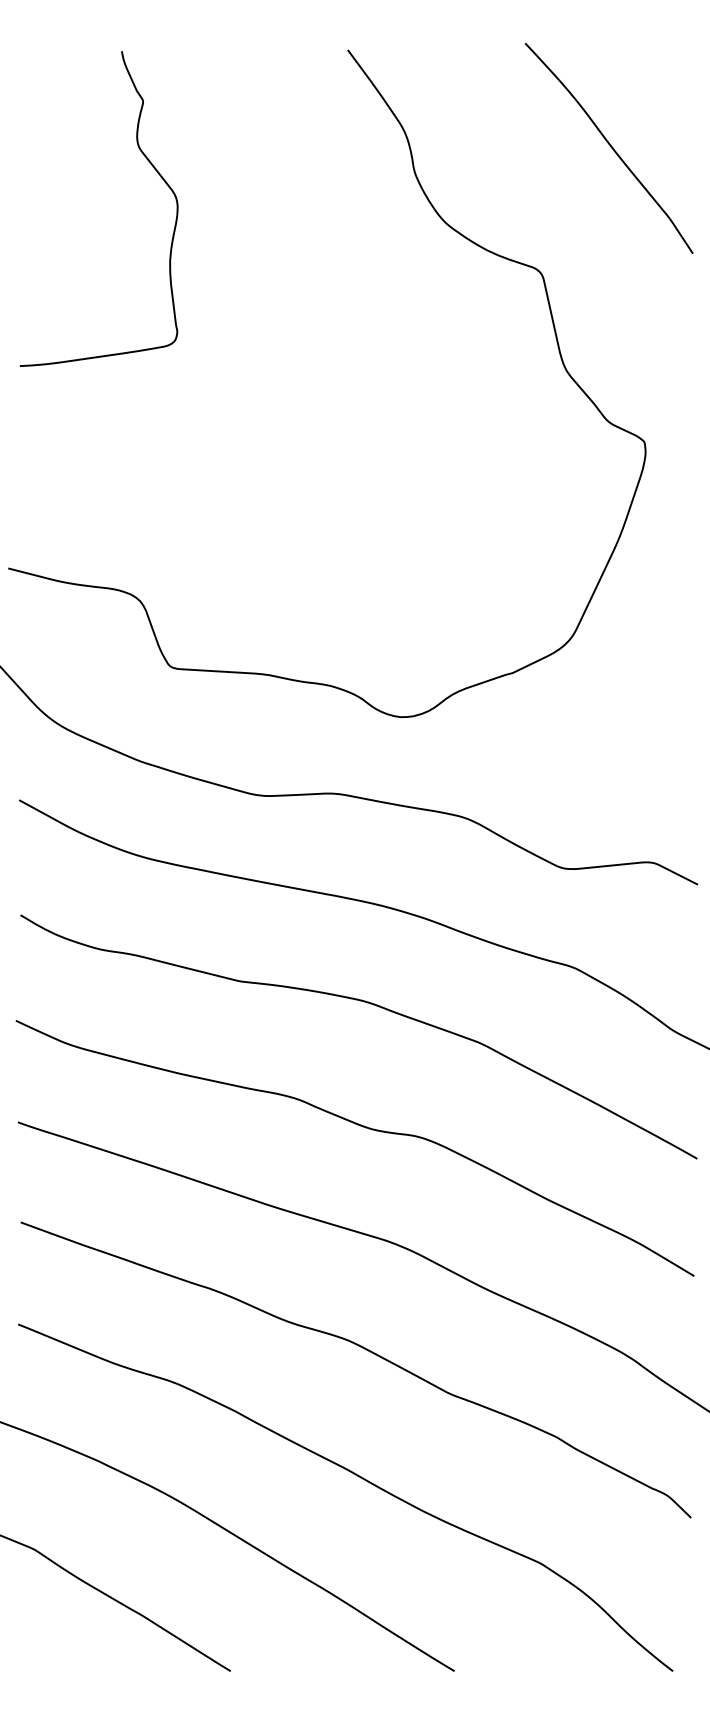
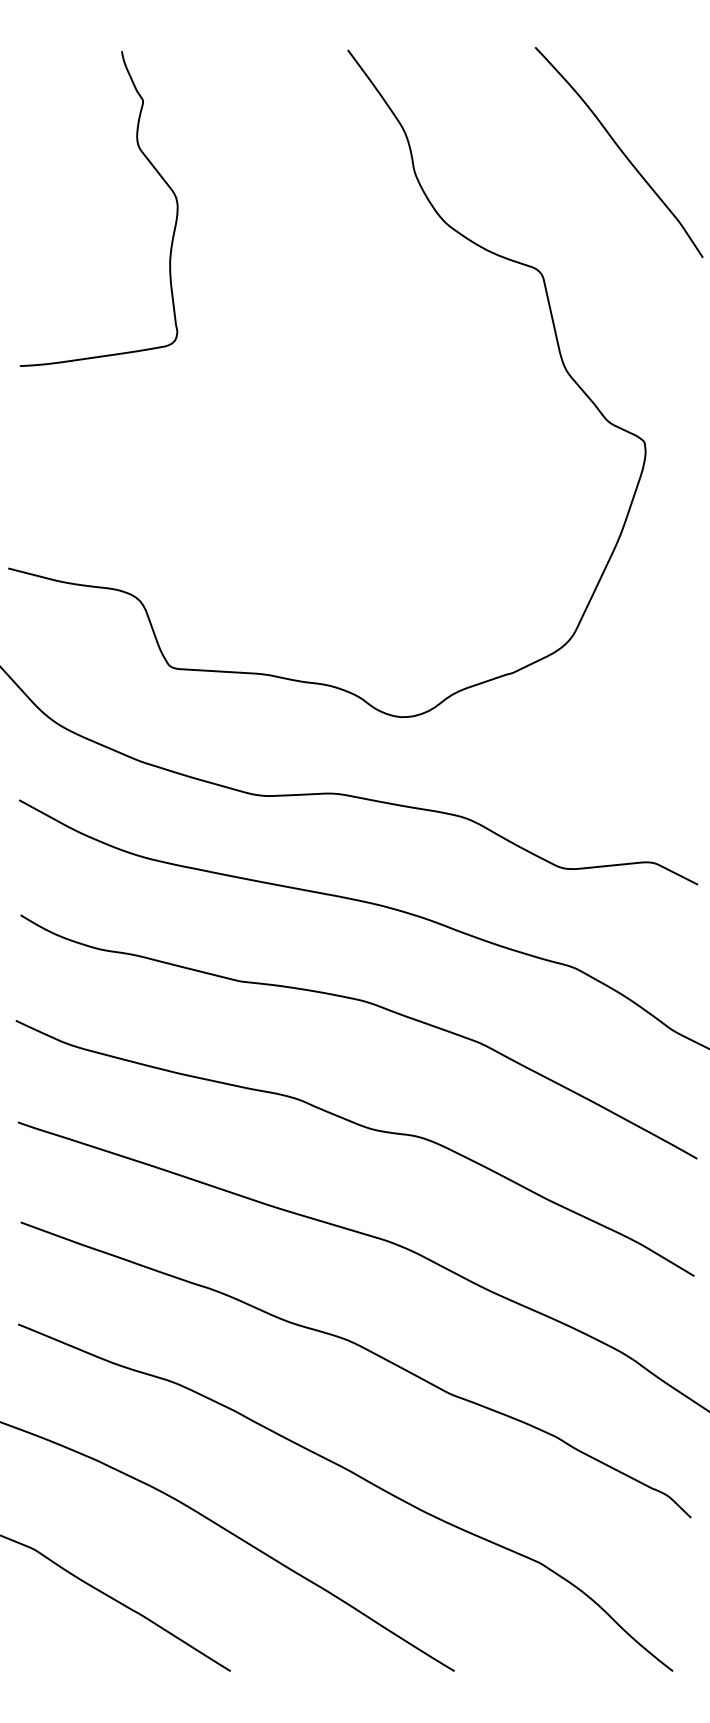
curve at (610, 147) position: (610, 147) -> (620, 151)
